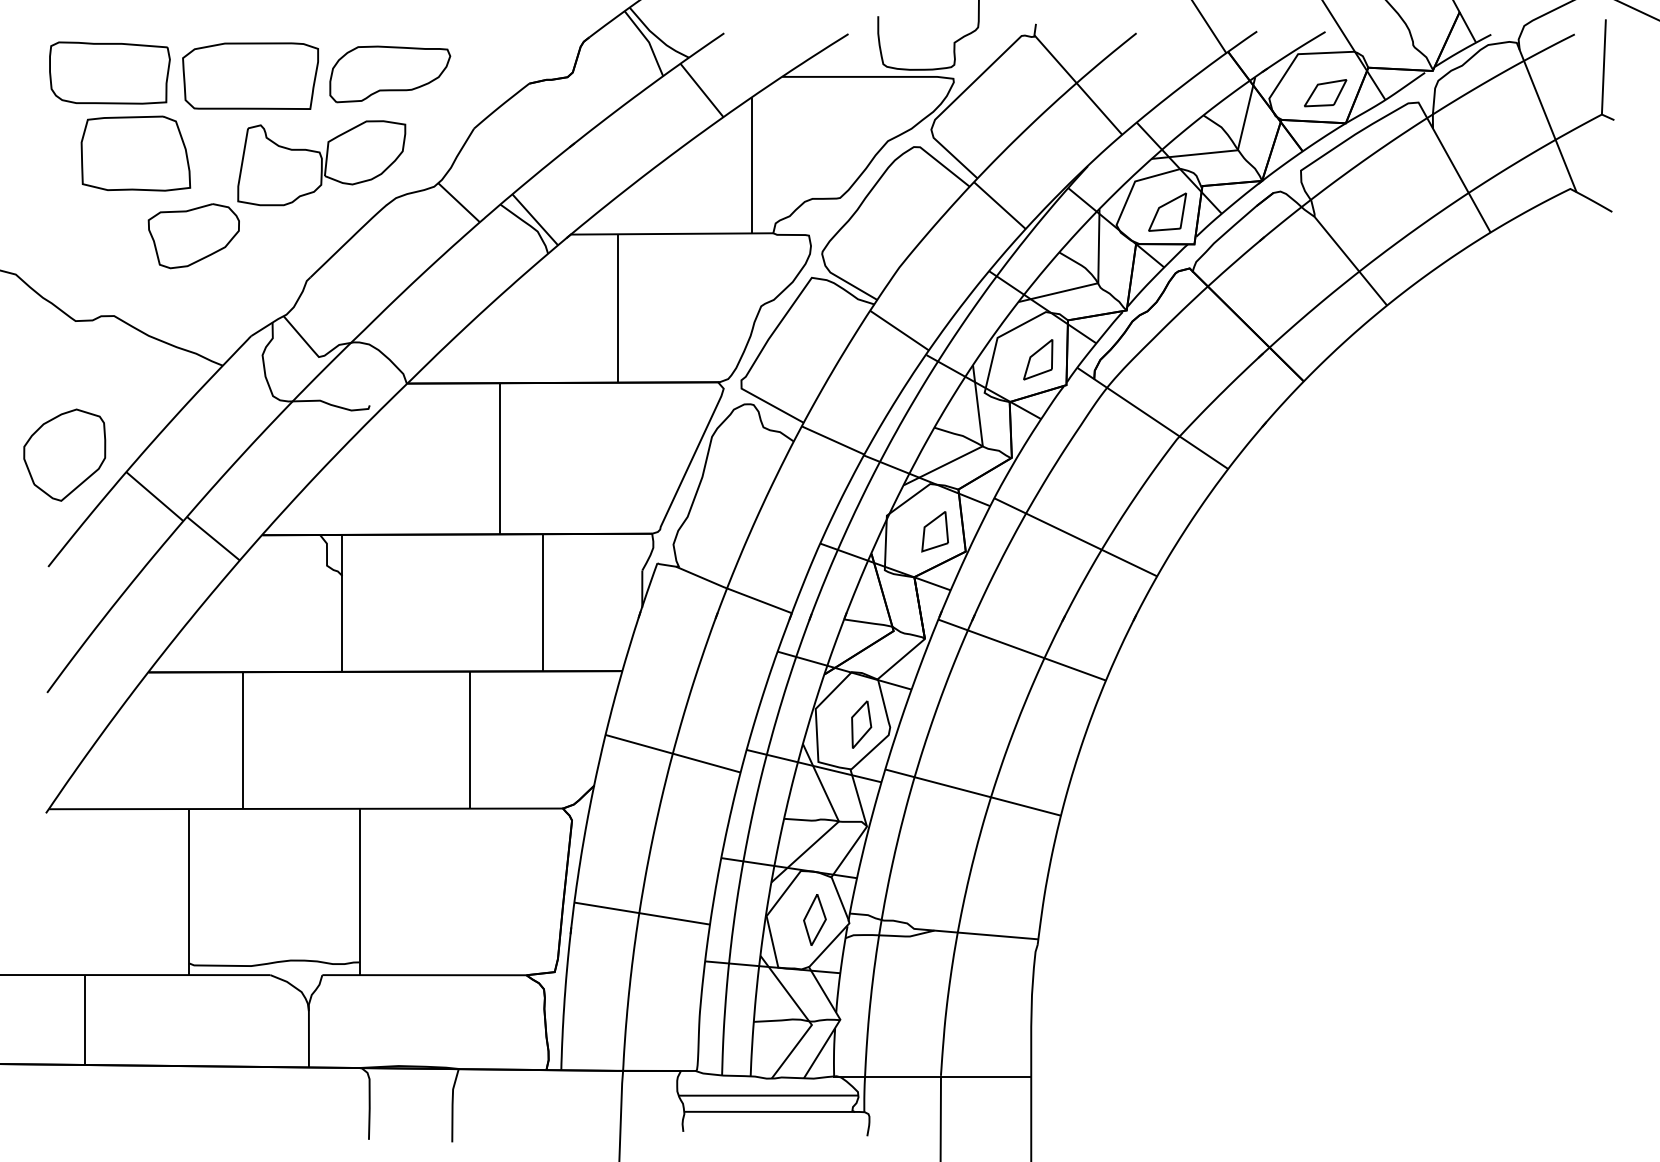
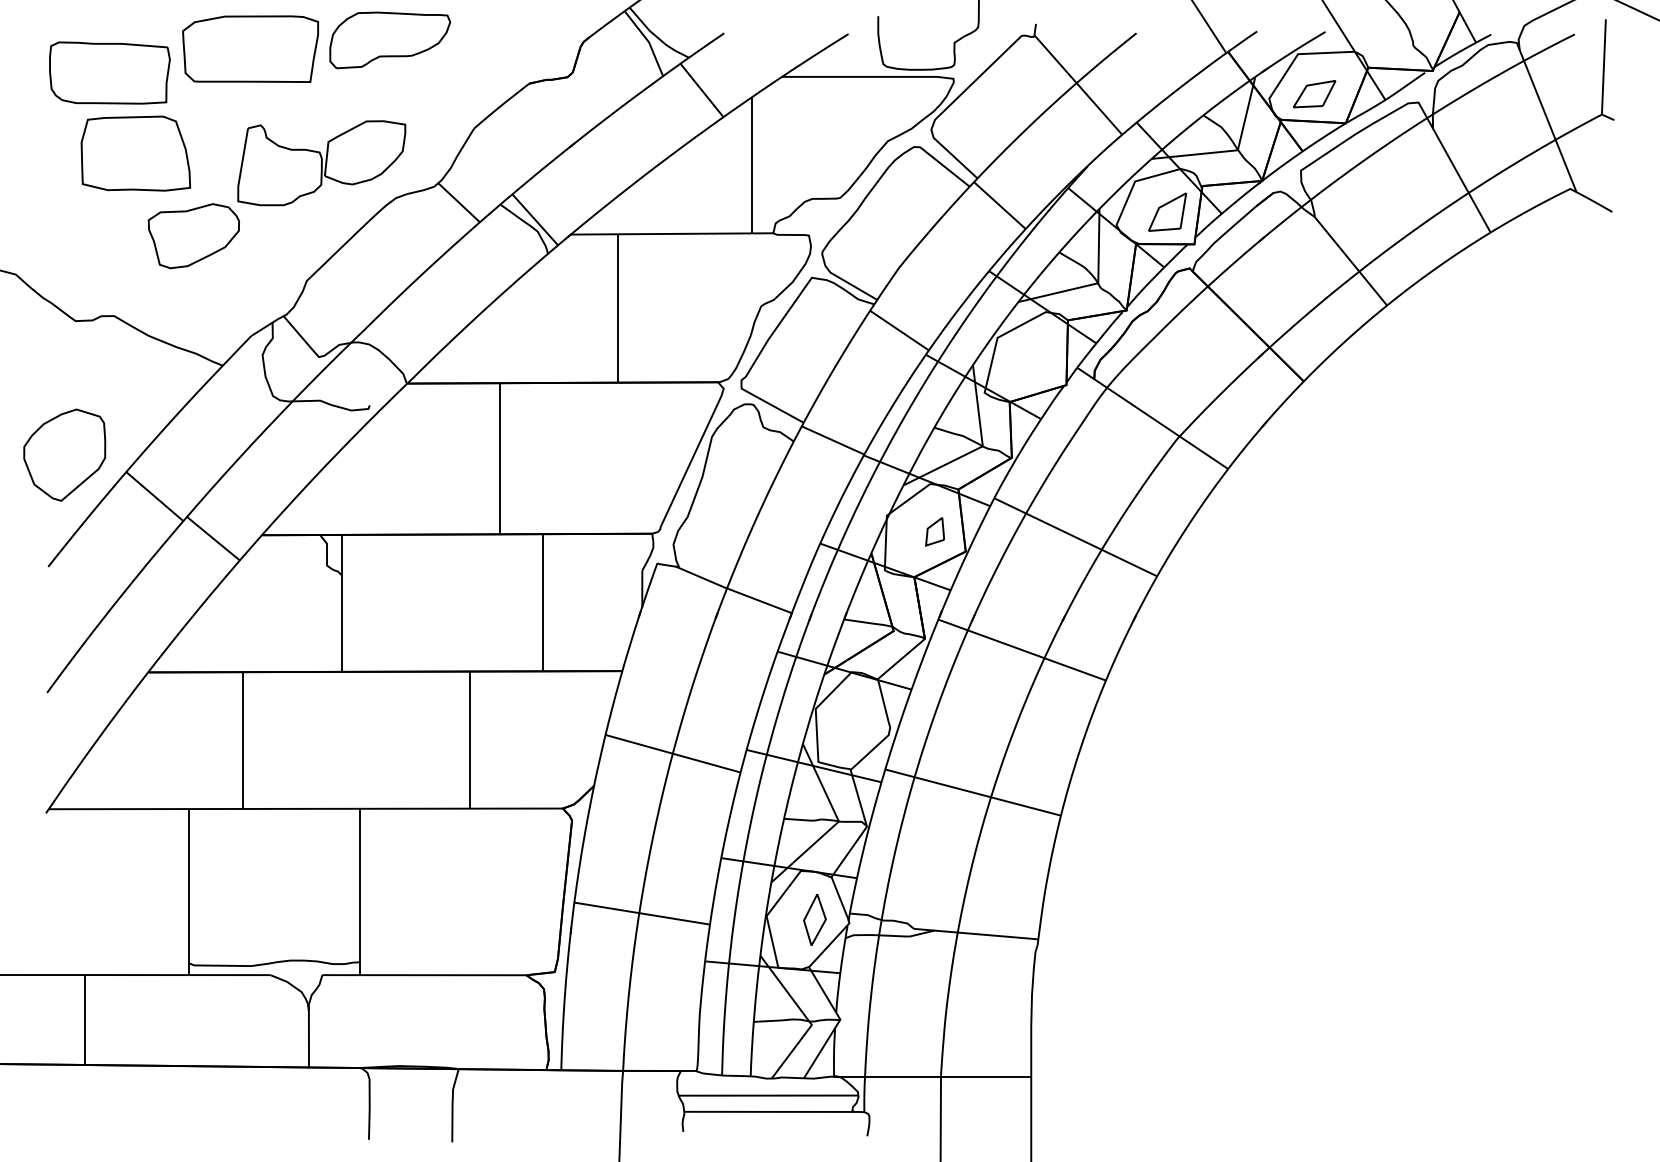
part at (390, 74) position: (390, 74) -> (390, 40)
part at (250, 75) position: (250, 75) -> (250, 48)
part at (1325, 93) position: (1325, 93) -> (1314, 94)
part at (1038, 359): present -> none
part at (934, 531) size: 28x42 px -> 21x30 px
part at (861, 724): present -> none
